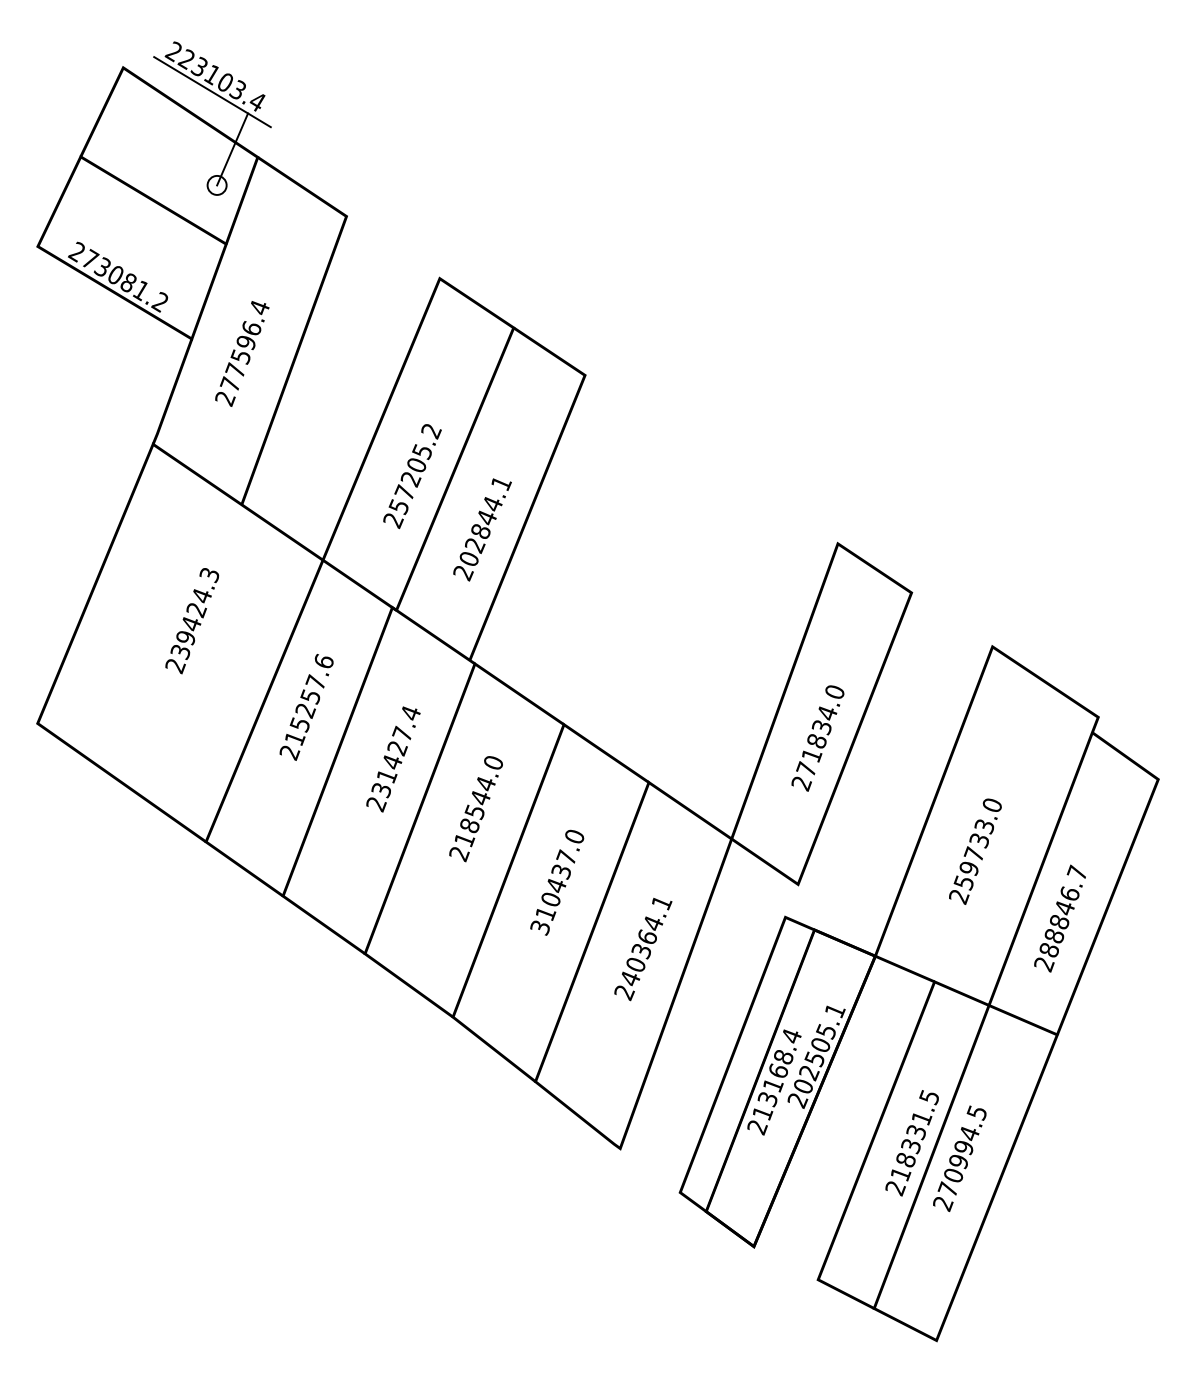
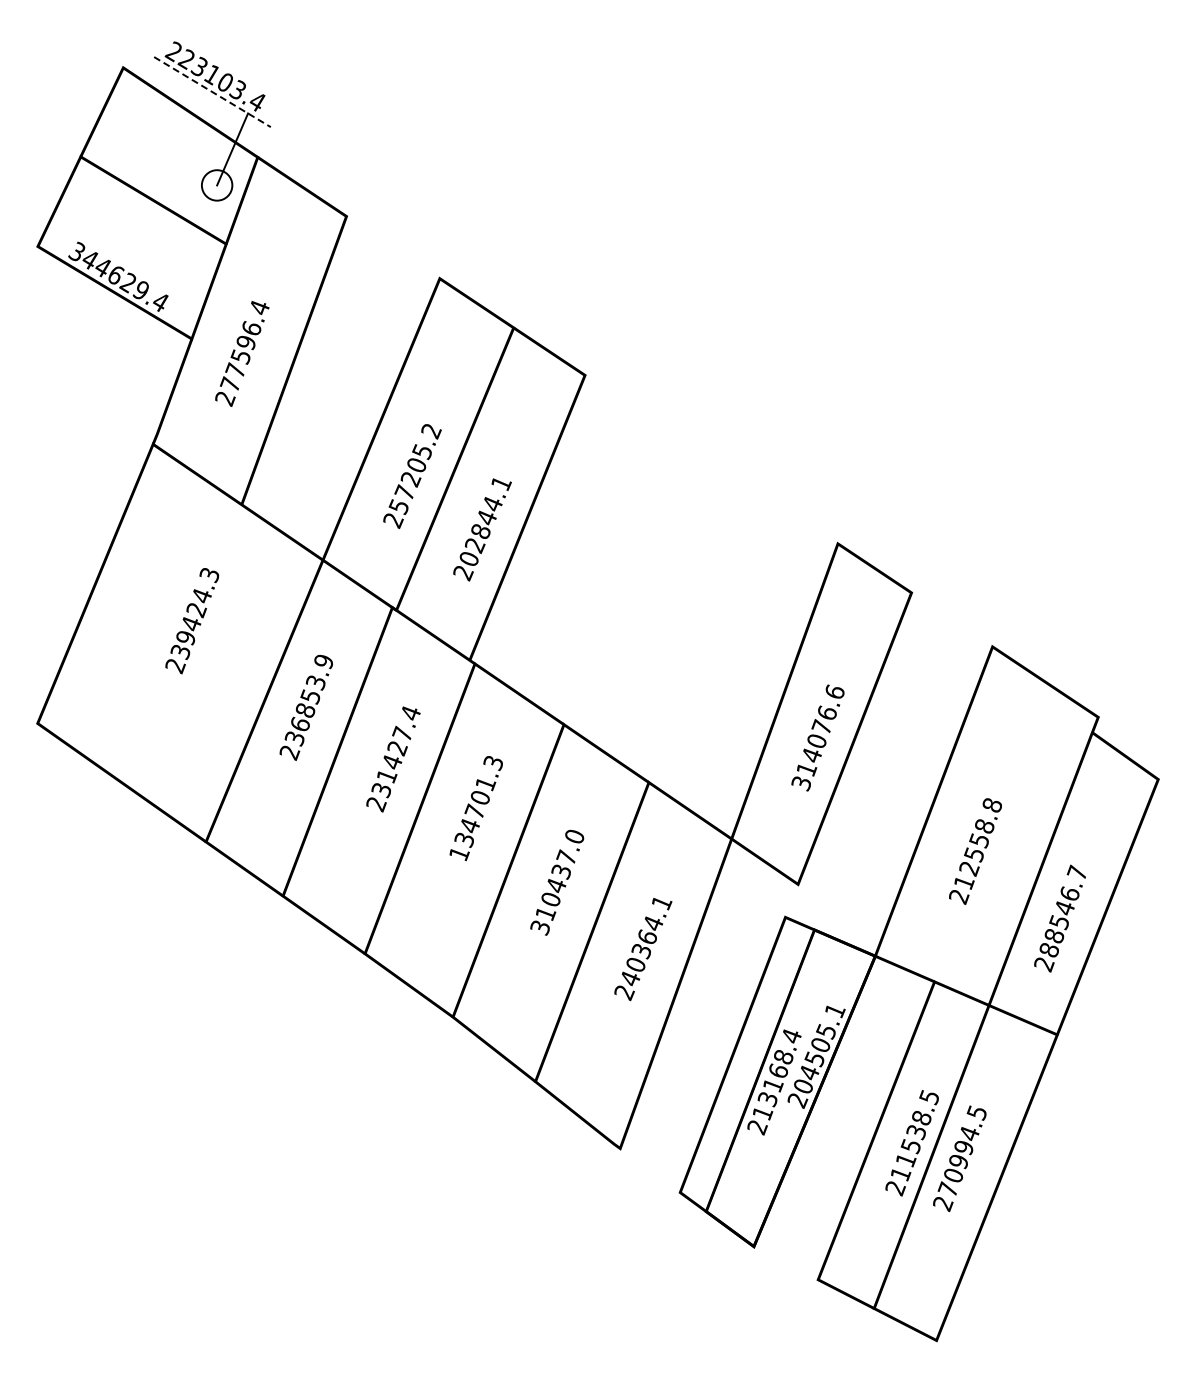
line at (212, 92): solid -> dashed
circle at (216, 184) diameter: 19 px -> 30 px
text at (118, 276): 273081.2 -> 344629.4
text at (308, 699): 215257.6 -> 236853.9
text at (817, 737): 271834.0 -> 314076.6
text at (475, 809): 218544.0 -> 134701.3
text at (977, 844): 259733.0 -> 212558.8
text at (1059, 922): 288846.7 -> 288546.7
text at (809, 1073): 202505.1 -> 204505.1
text at (914, 1139): 218331.5 -> 211538.5
